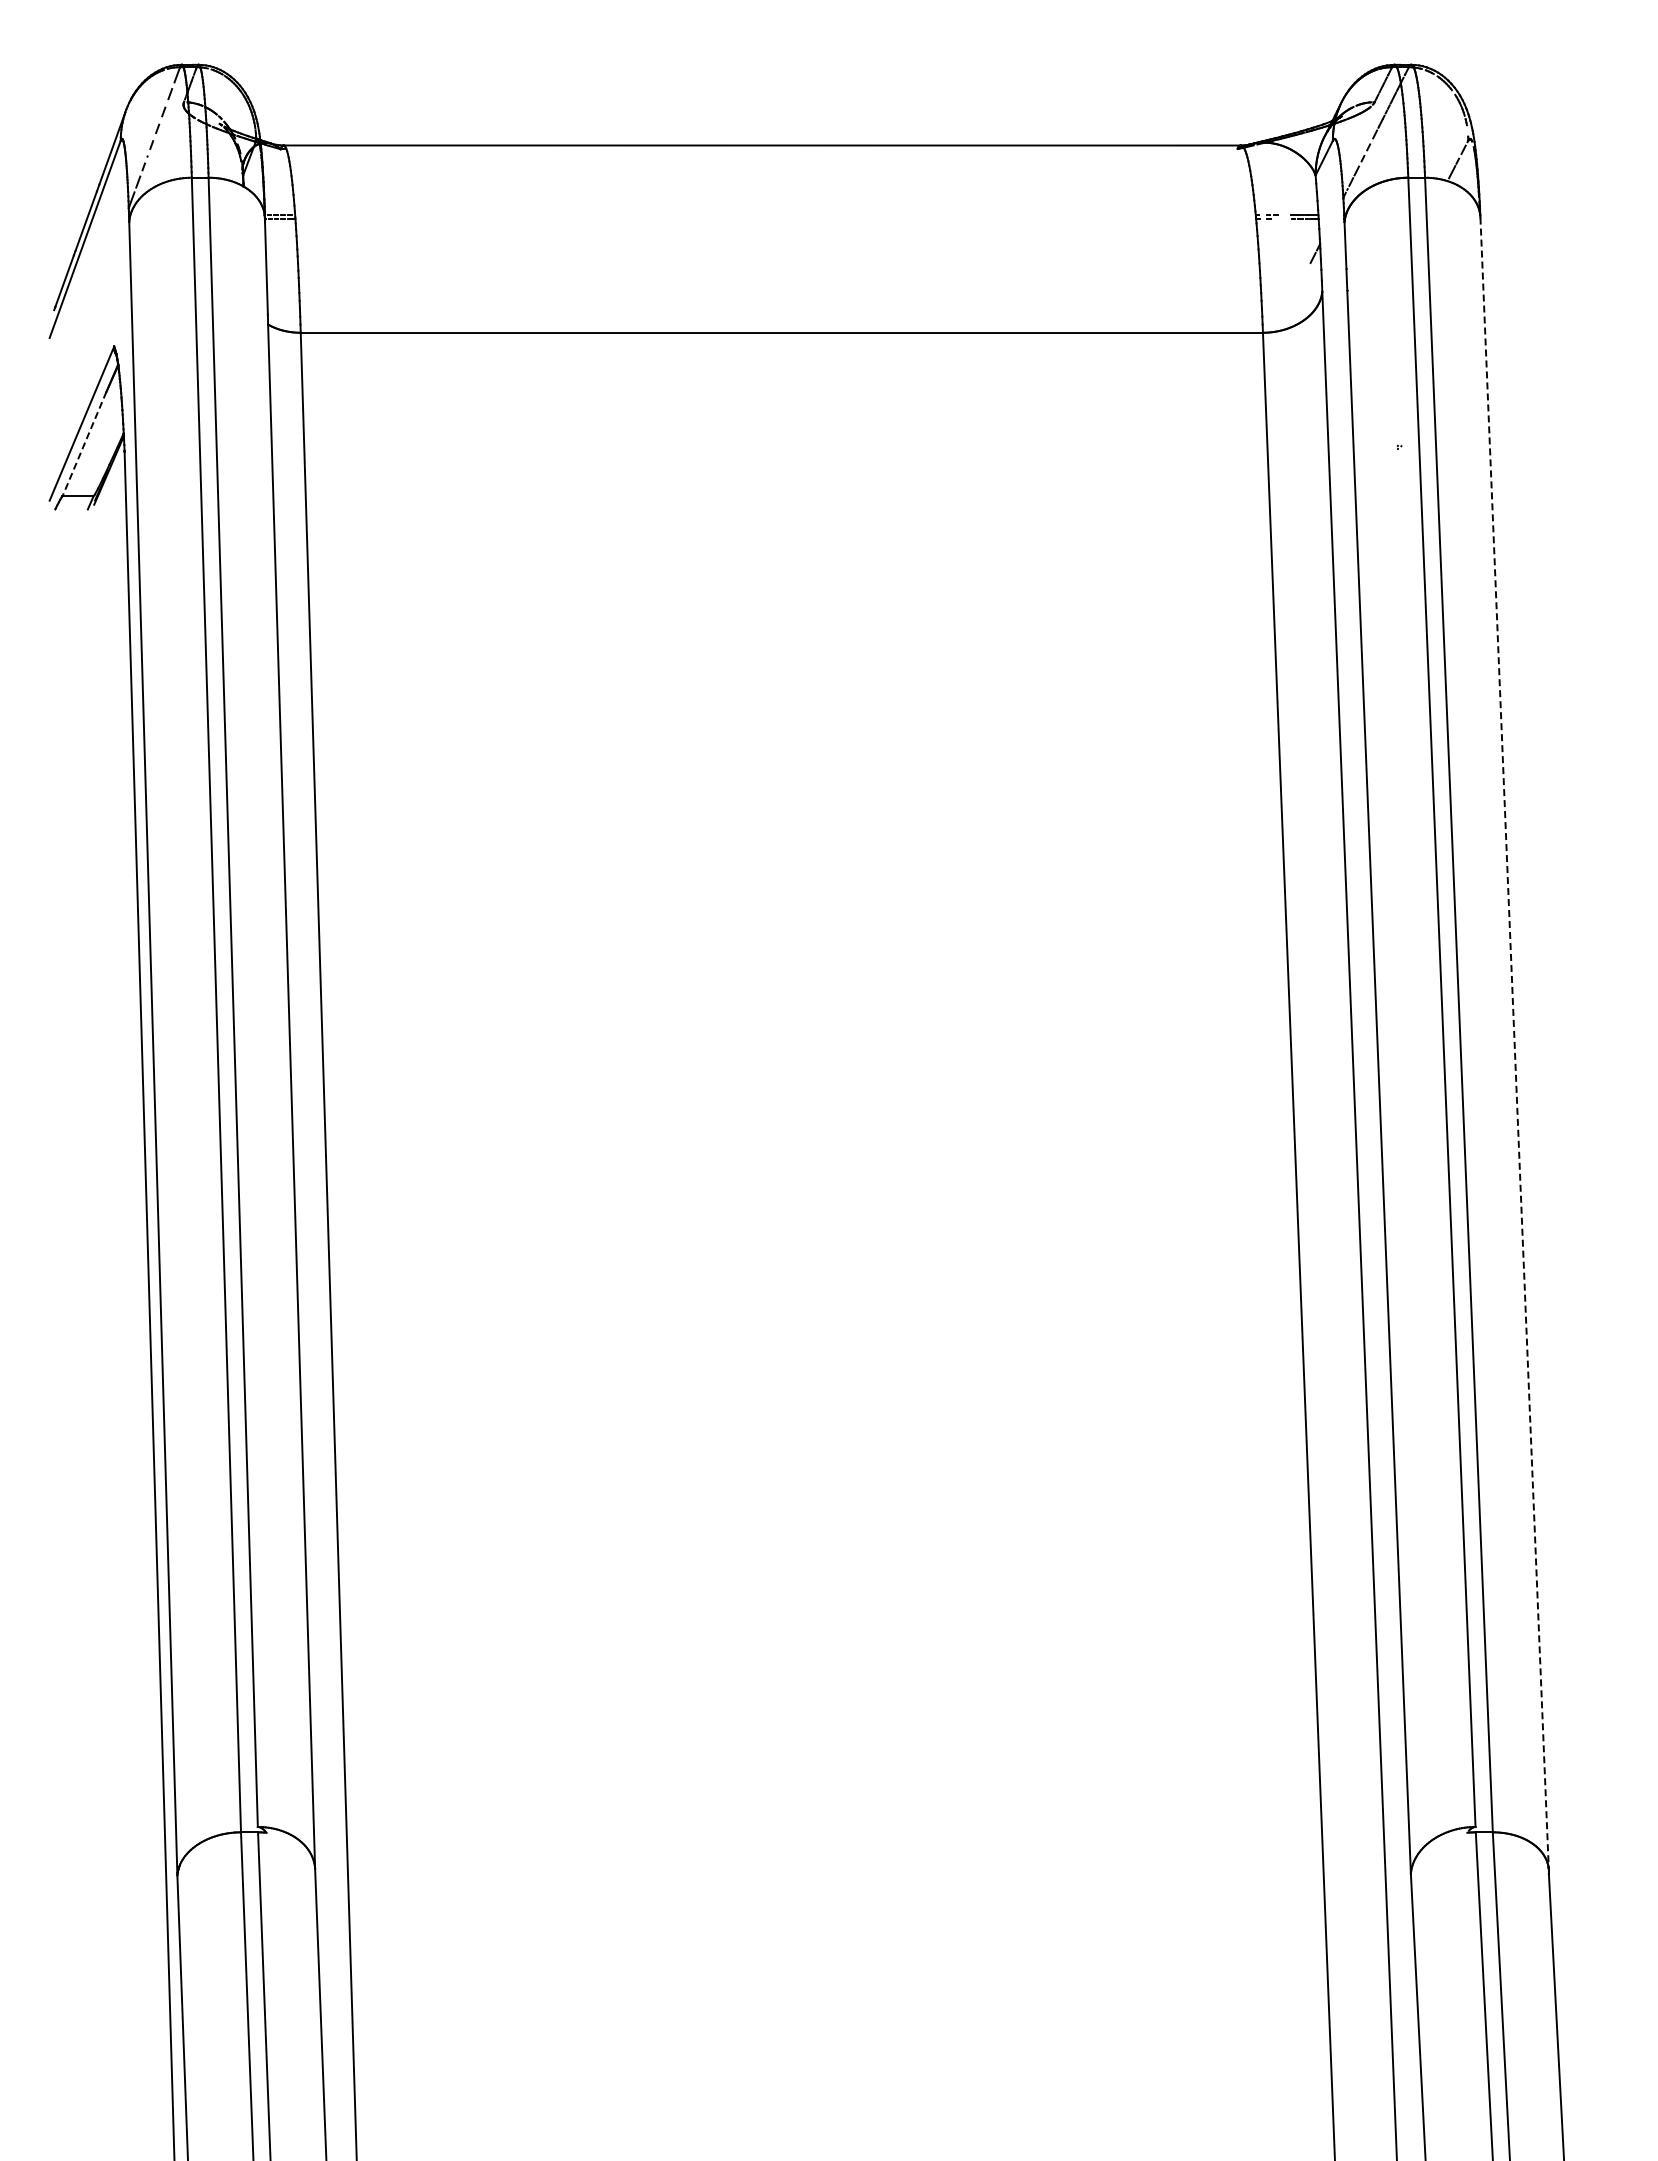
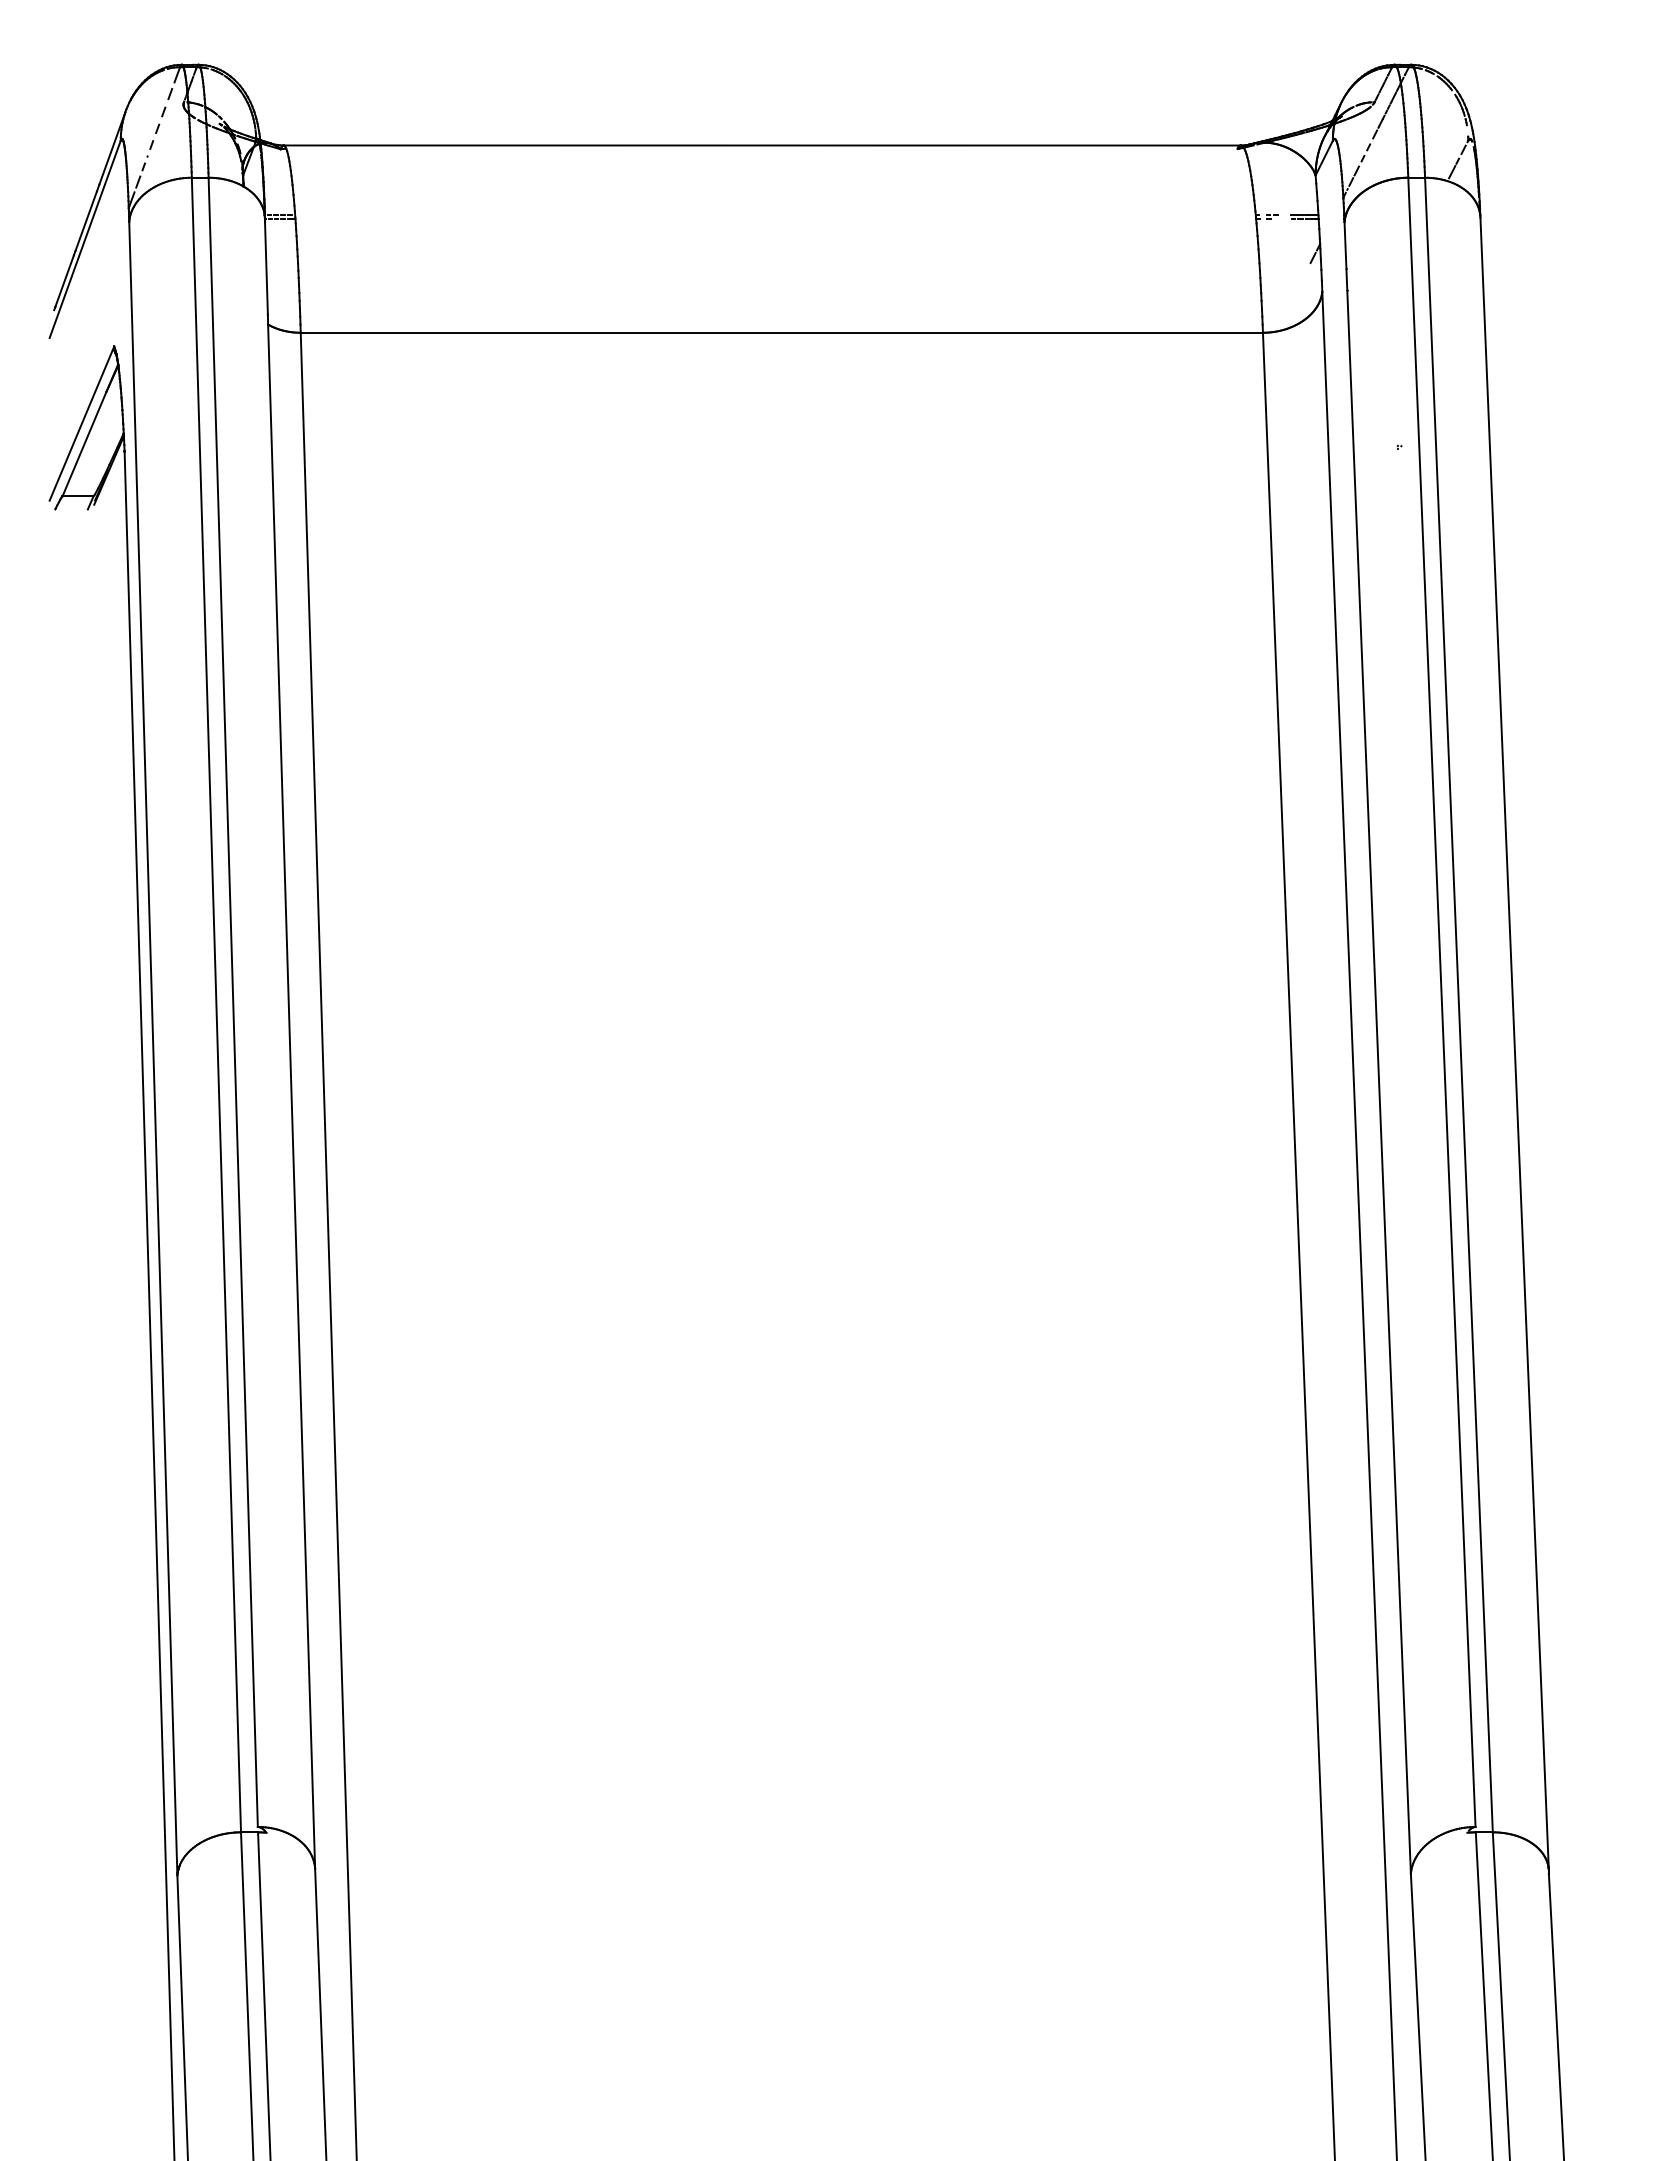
line at (84, 444): dashed -> solid
line at (1514, 1043): dashed -> solid
